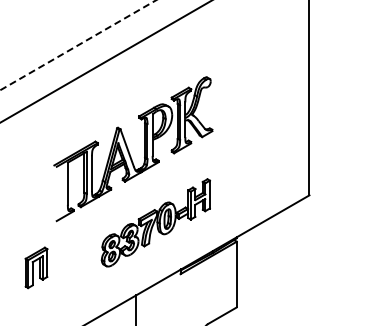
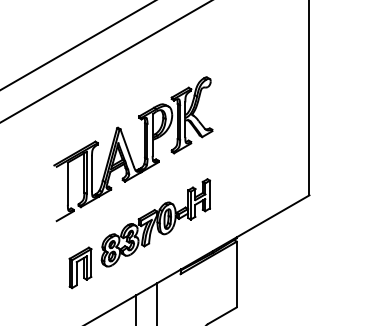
line at (78, 45): dashed -> solid
part at (36, 267) position: (36, 267) -> (80, 267)
line at (156, 302): none -> present
